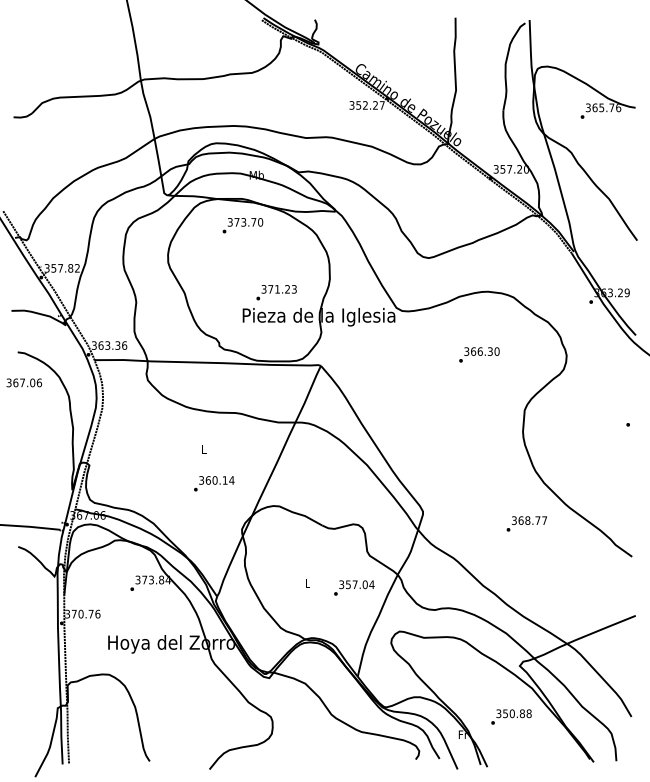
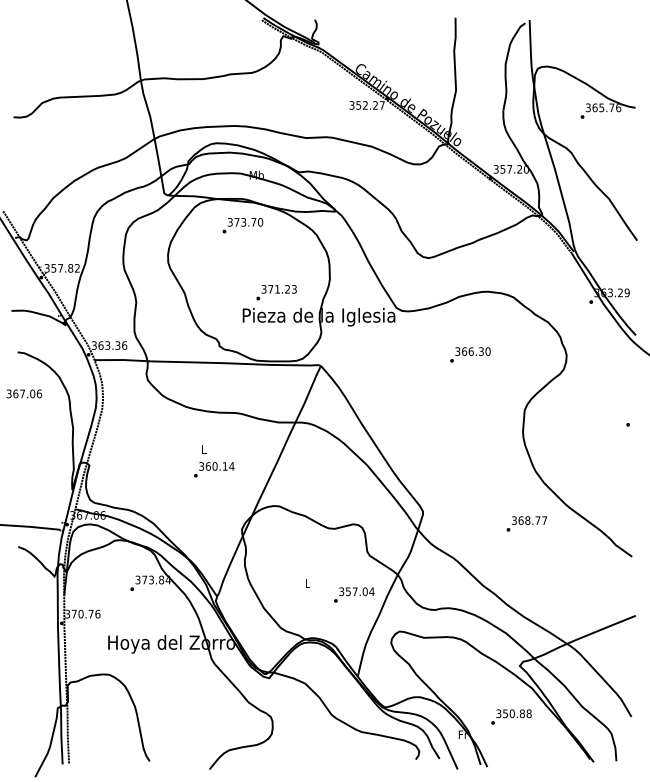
text at (479, 354) position: (479, 354) -> (470, 354)
text at (23, 382) position: (23, 382) -> (23, 393)
text at (214, 483) position: (214, 483) -> (214, 469)
text at (354, 587) position: (354, 587) -> (354, 594)
